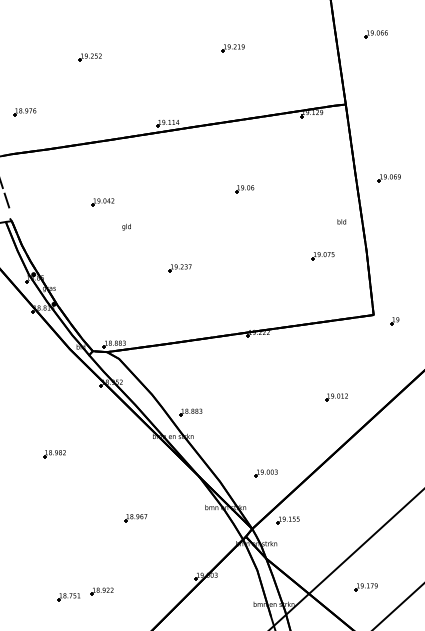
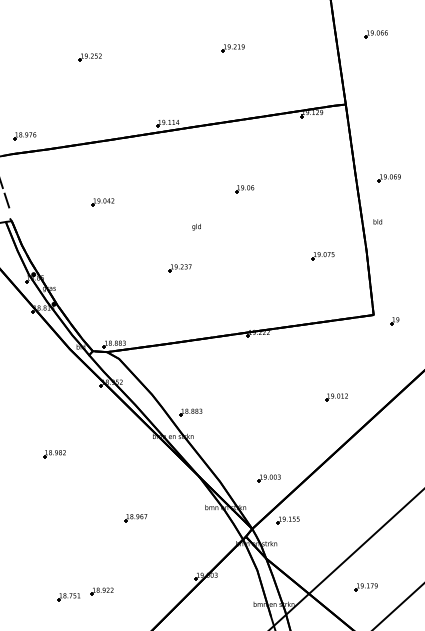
part at (24, 112) position: (24, 112) -> (24, 136)
text at (341, 221) position: (341, 221) -> (377, 221)
text at (126, 227) position: (126, 227) -> (196, 227)
part at (265, 473) position: (265, 473) -> (268, 478)
